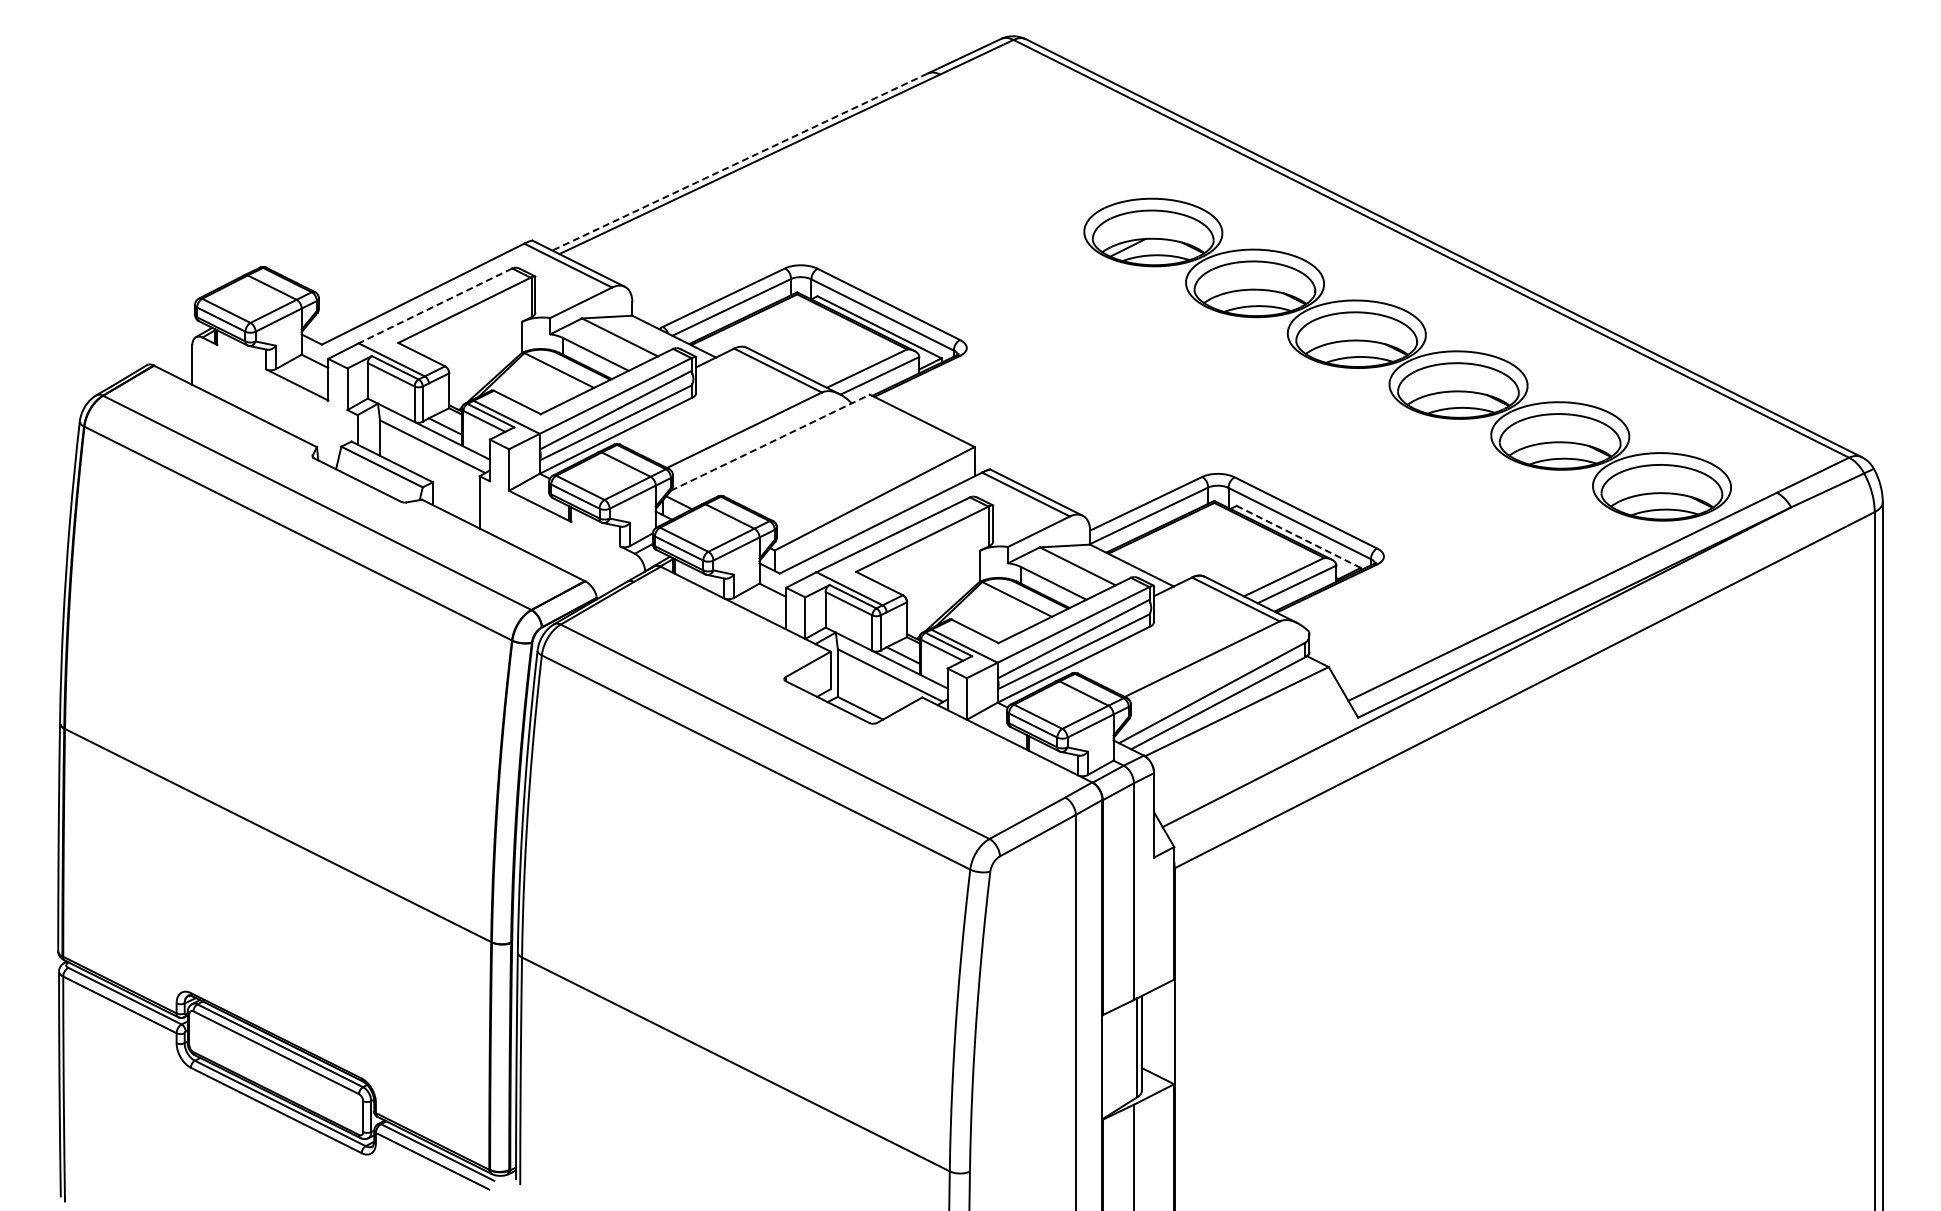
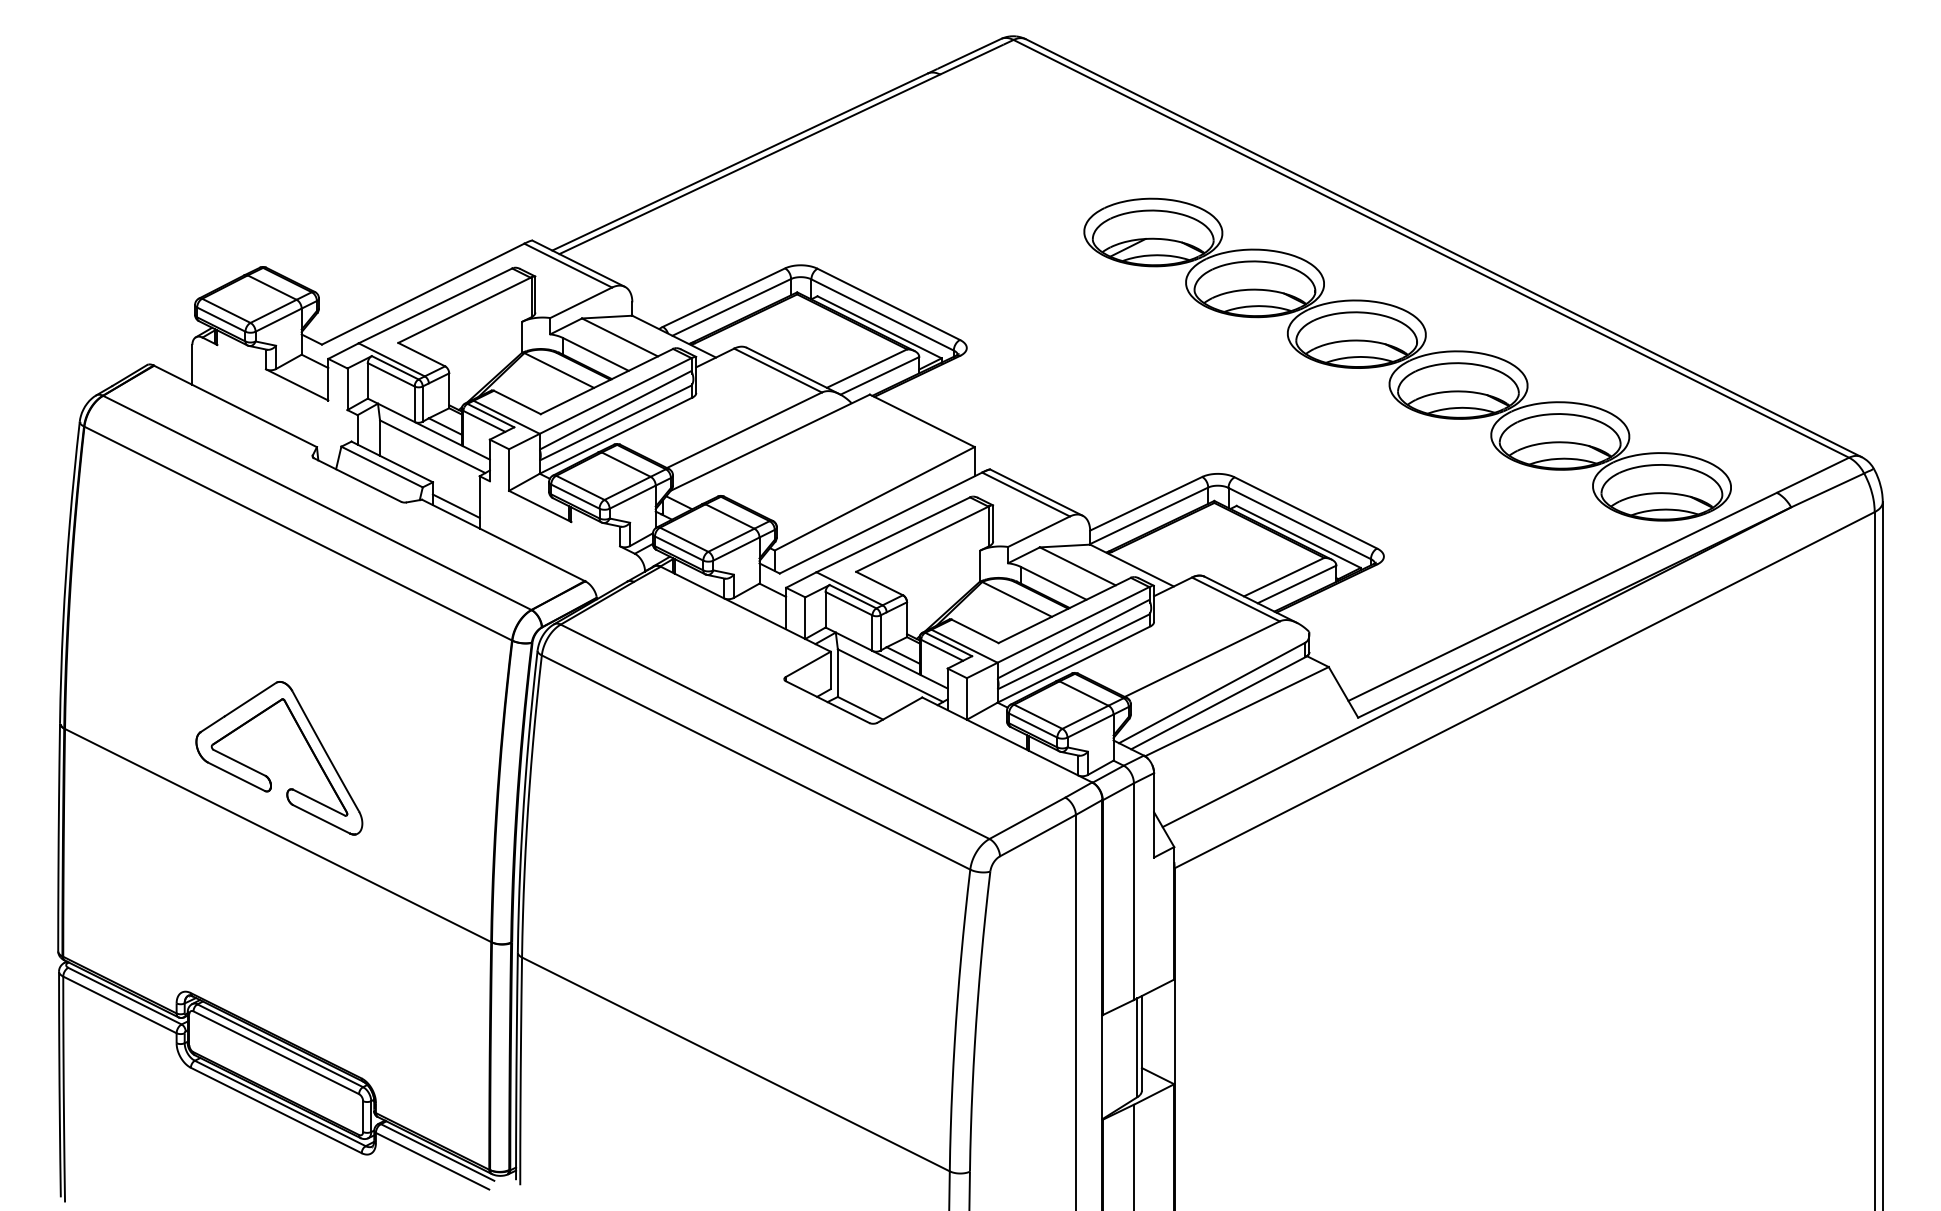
line at (739, 162): dashed -> solid
line at (435, 306): dashed -> solid
line at (770, 442): dashed -> solid
line at (455, 505): none -> present
line at (1298, 536): dashed -> solid
part at (267, 775): none -> present
